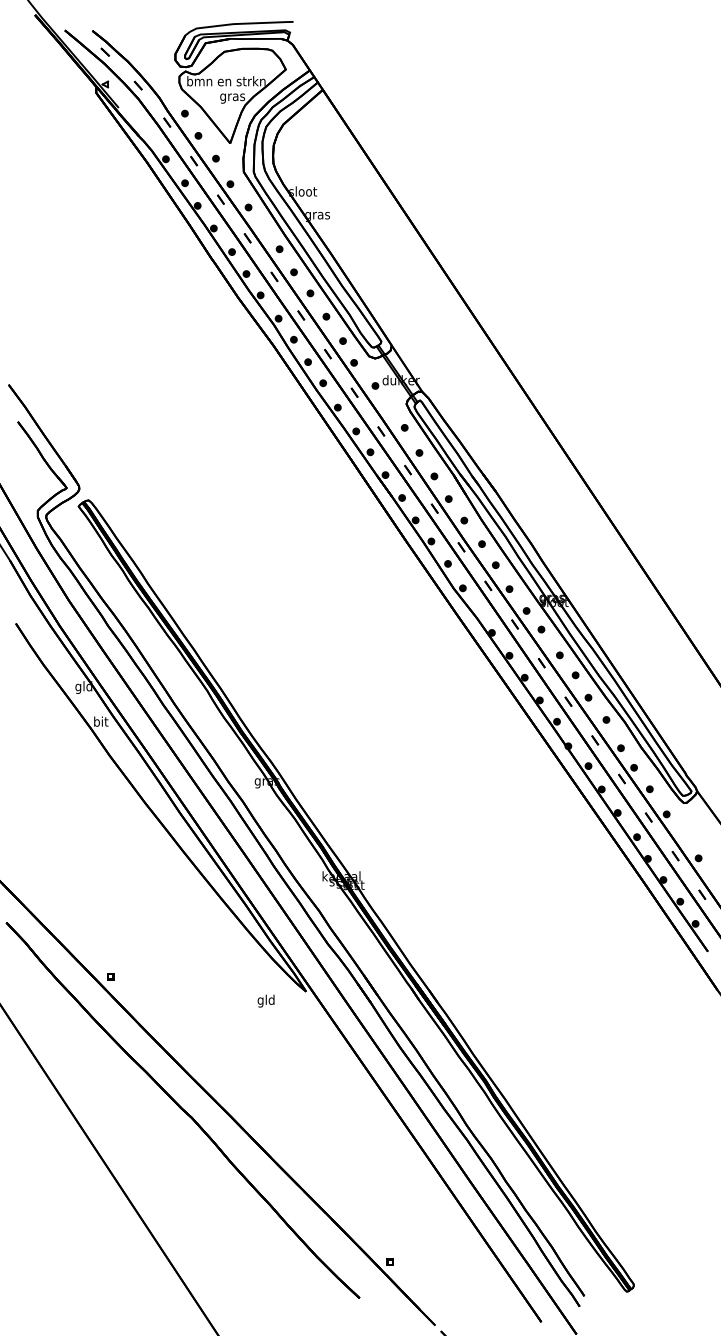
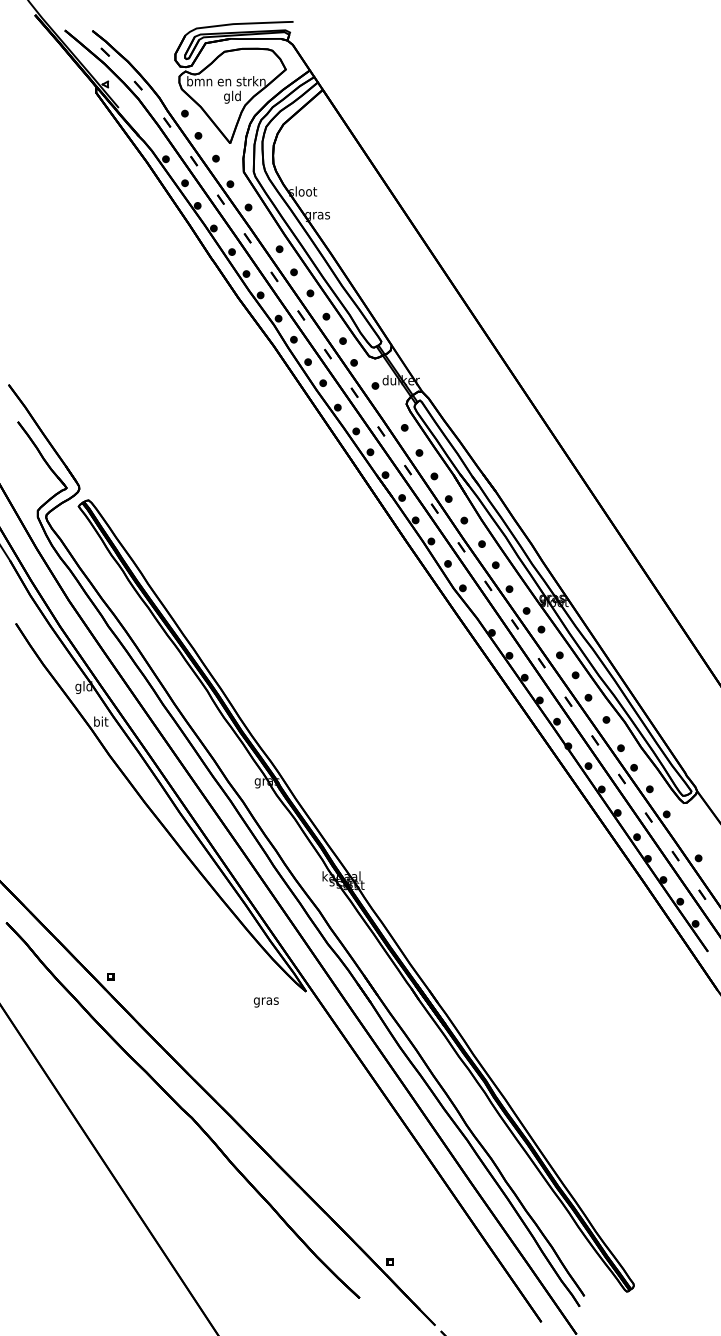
text at (232, 96): gras -> gld
text at (265, 1000): gld -> gras
